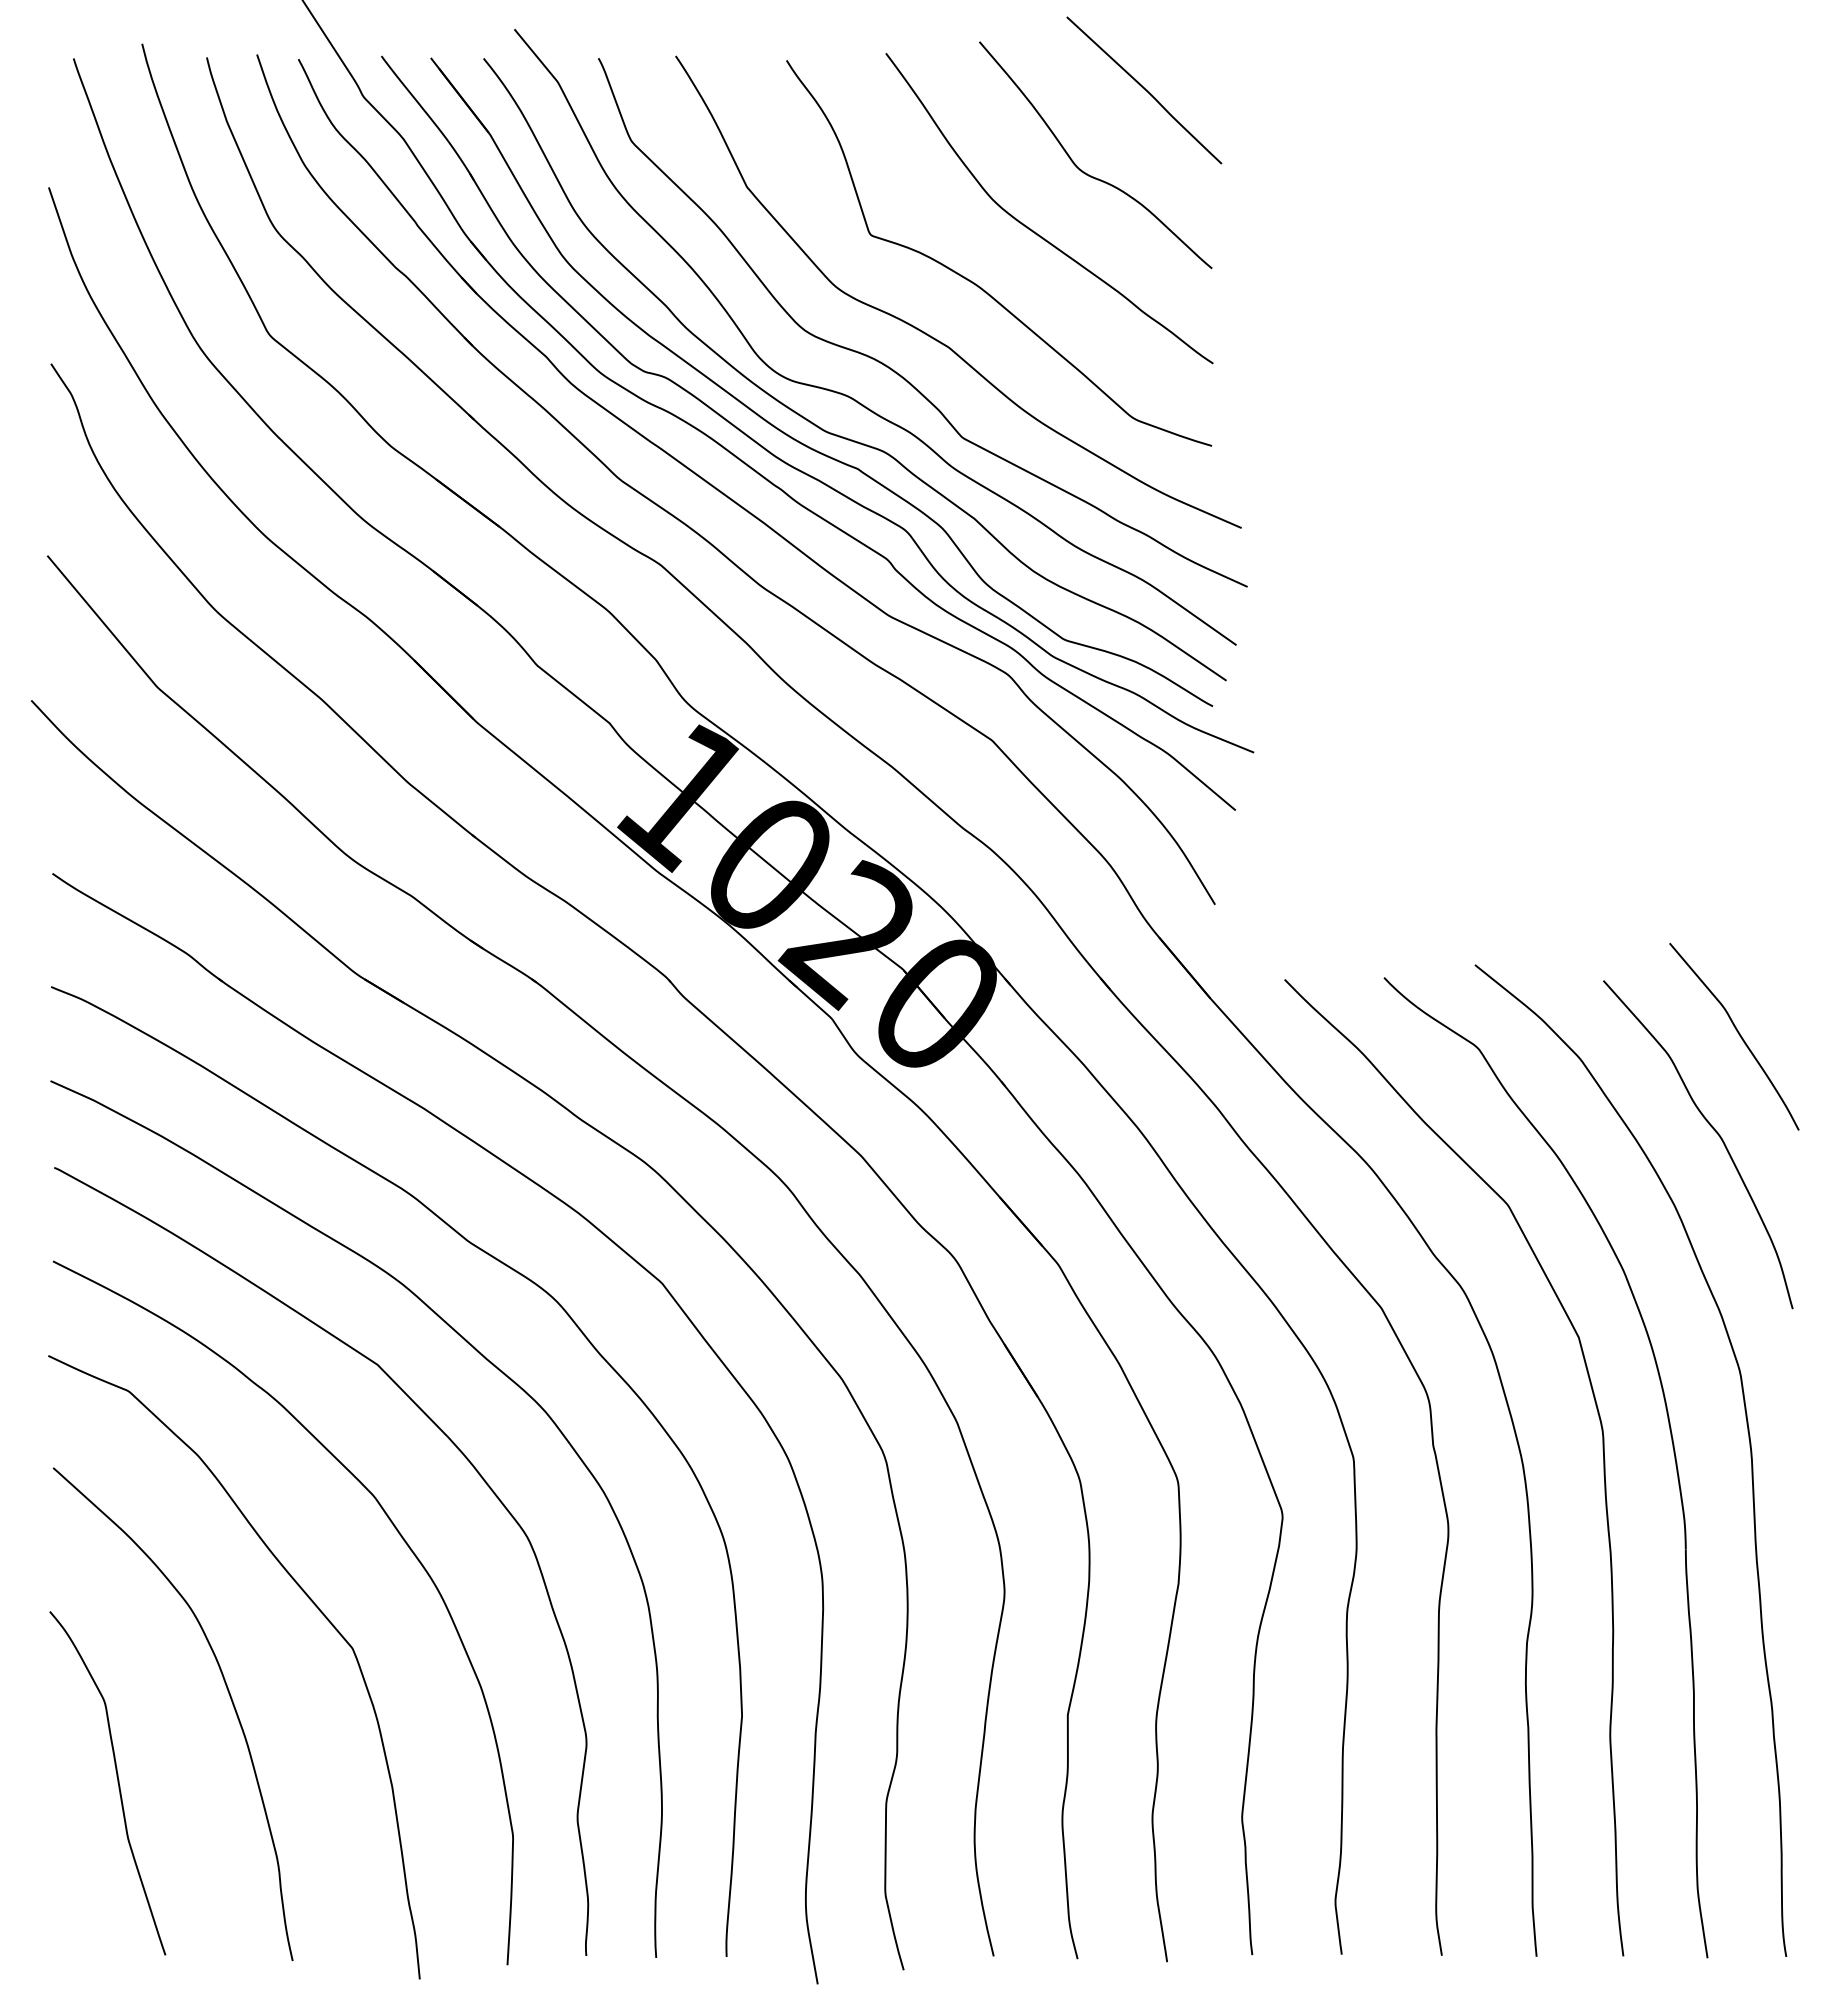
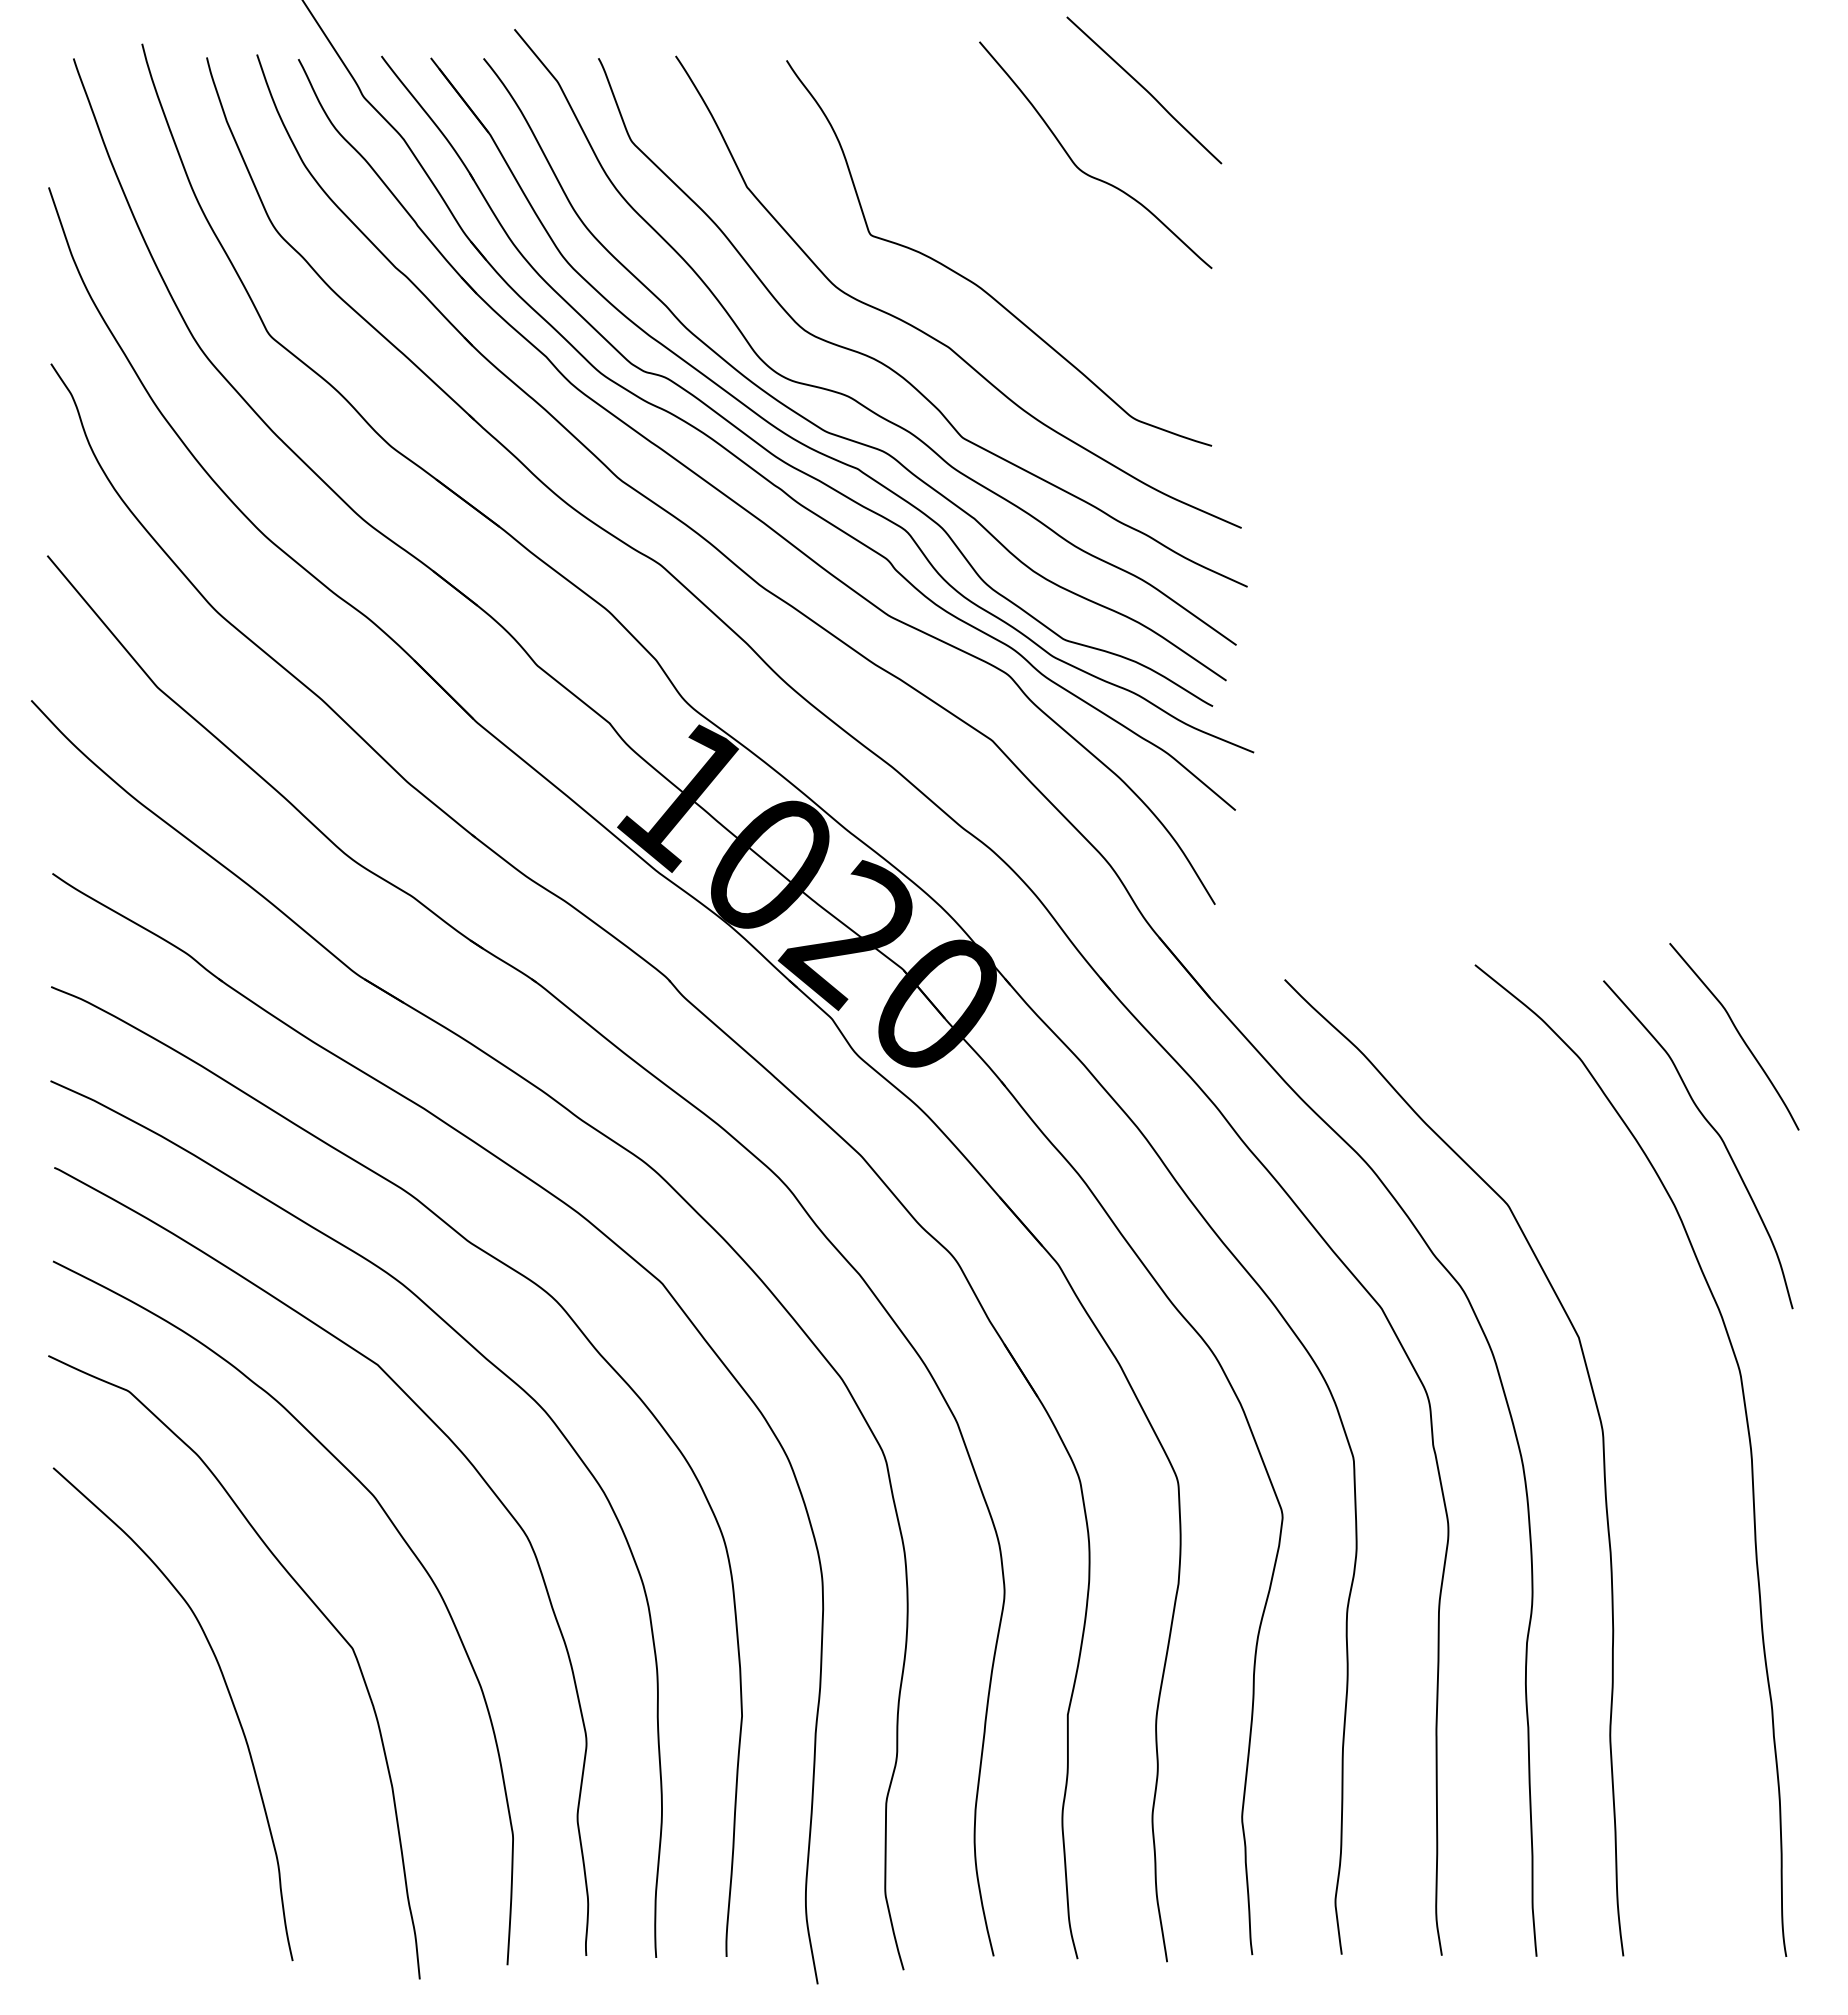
curve at (1032, 229): present -> none
part at (1672, 1447): present -> none
curve at (117, 1783): present -> none
